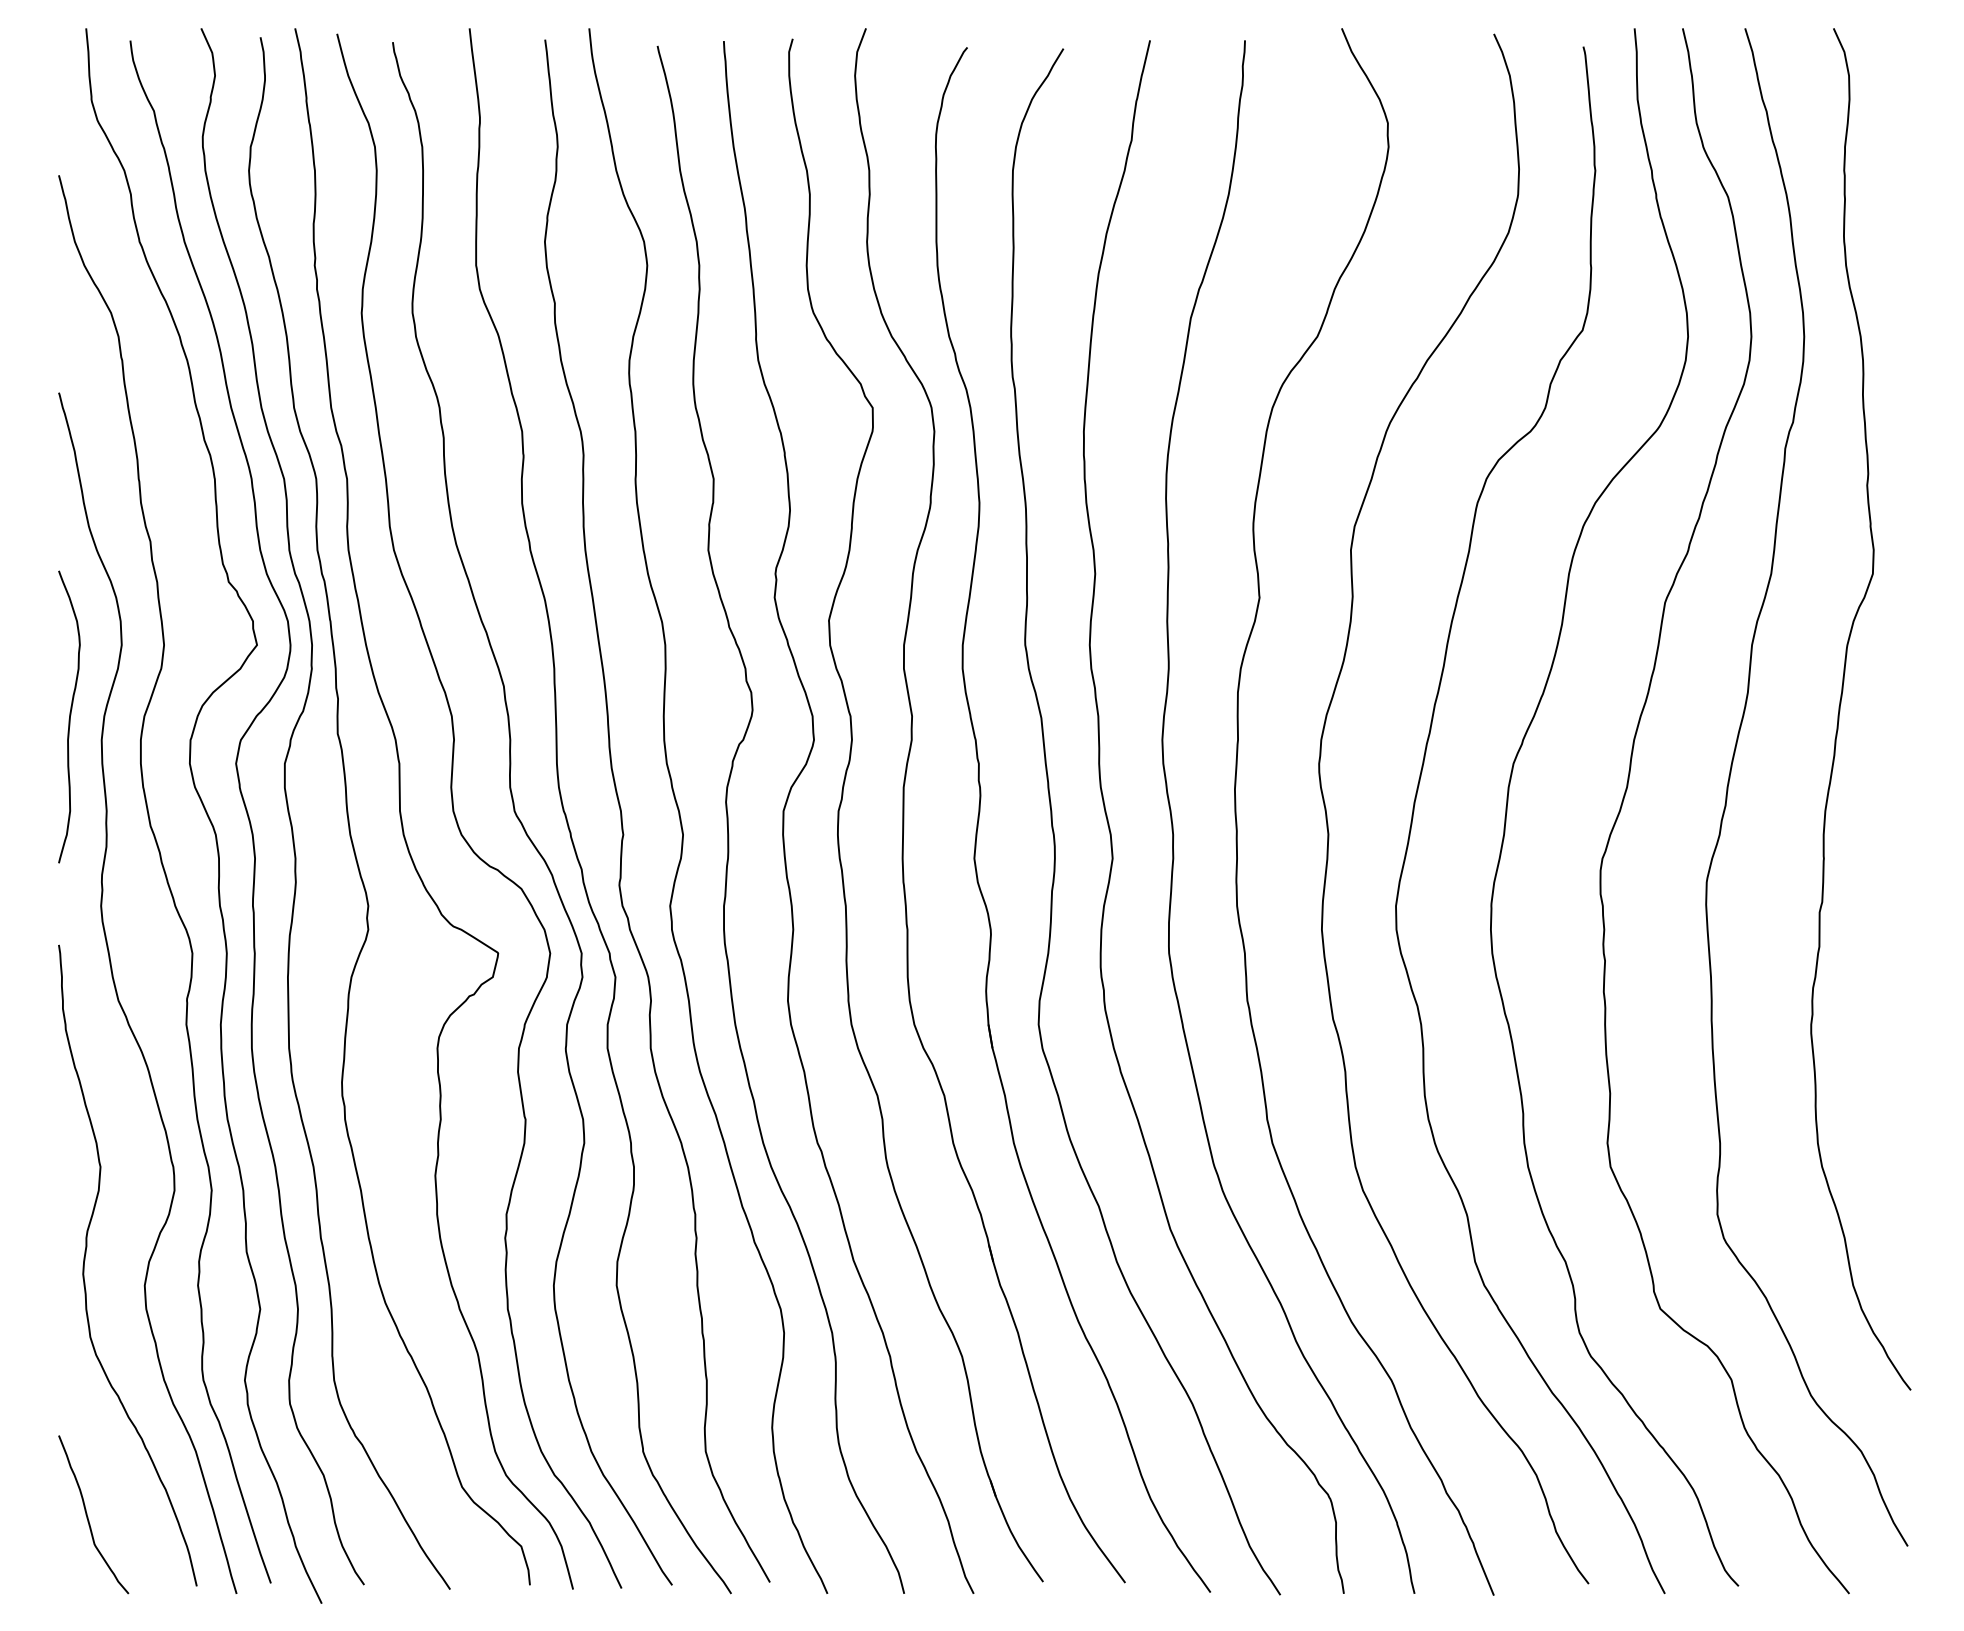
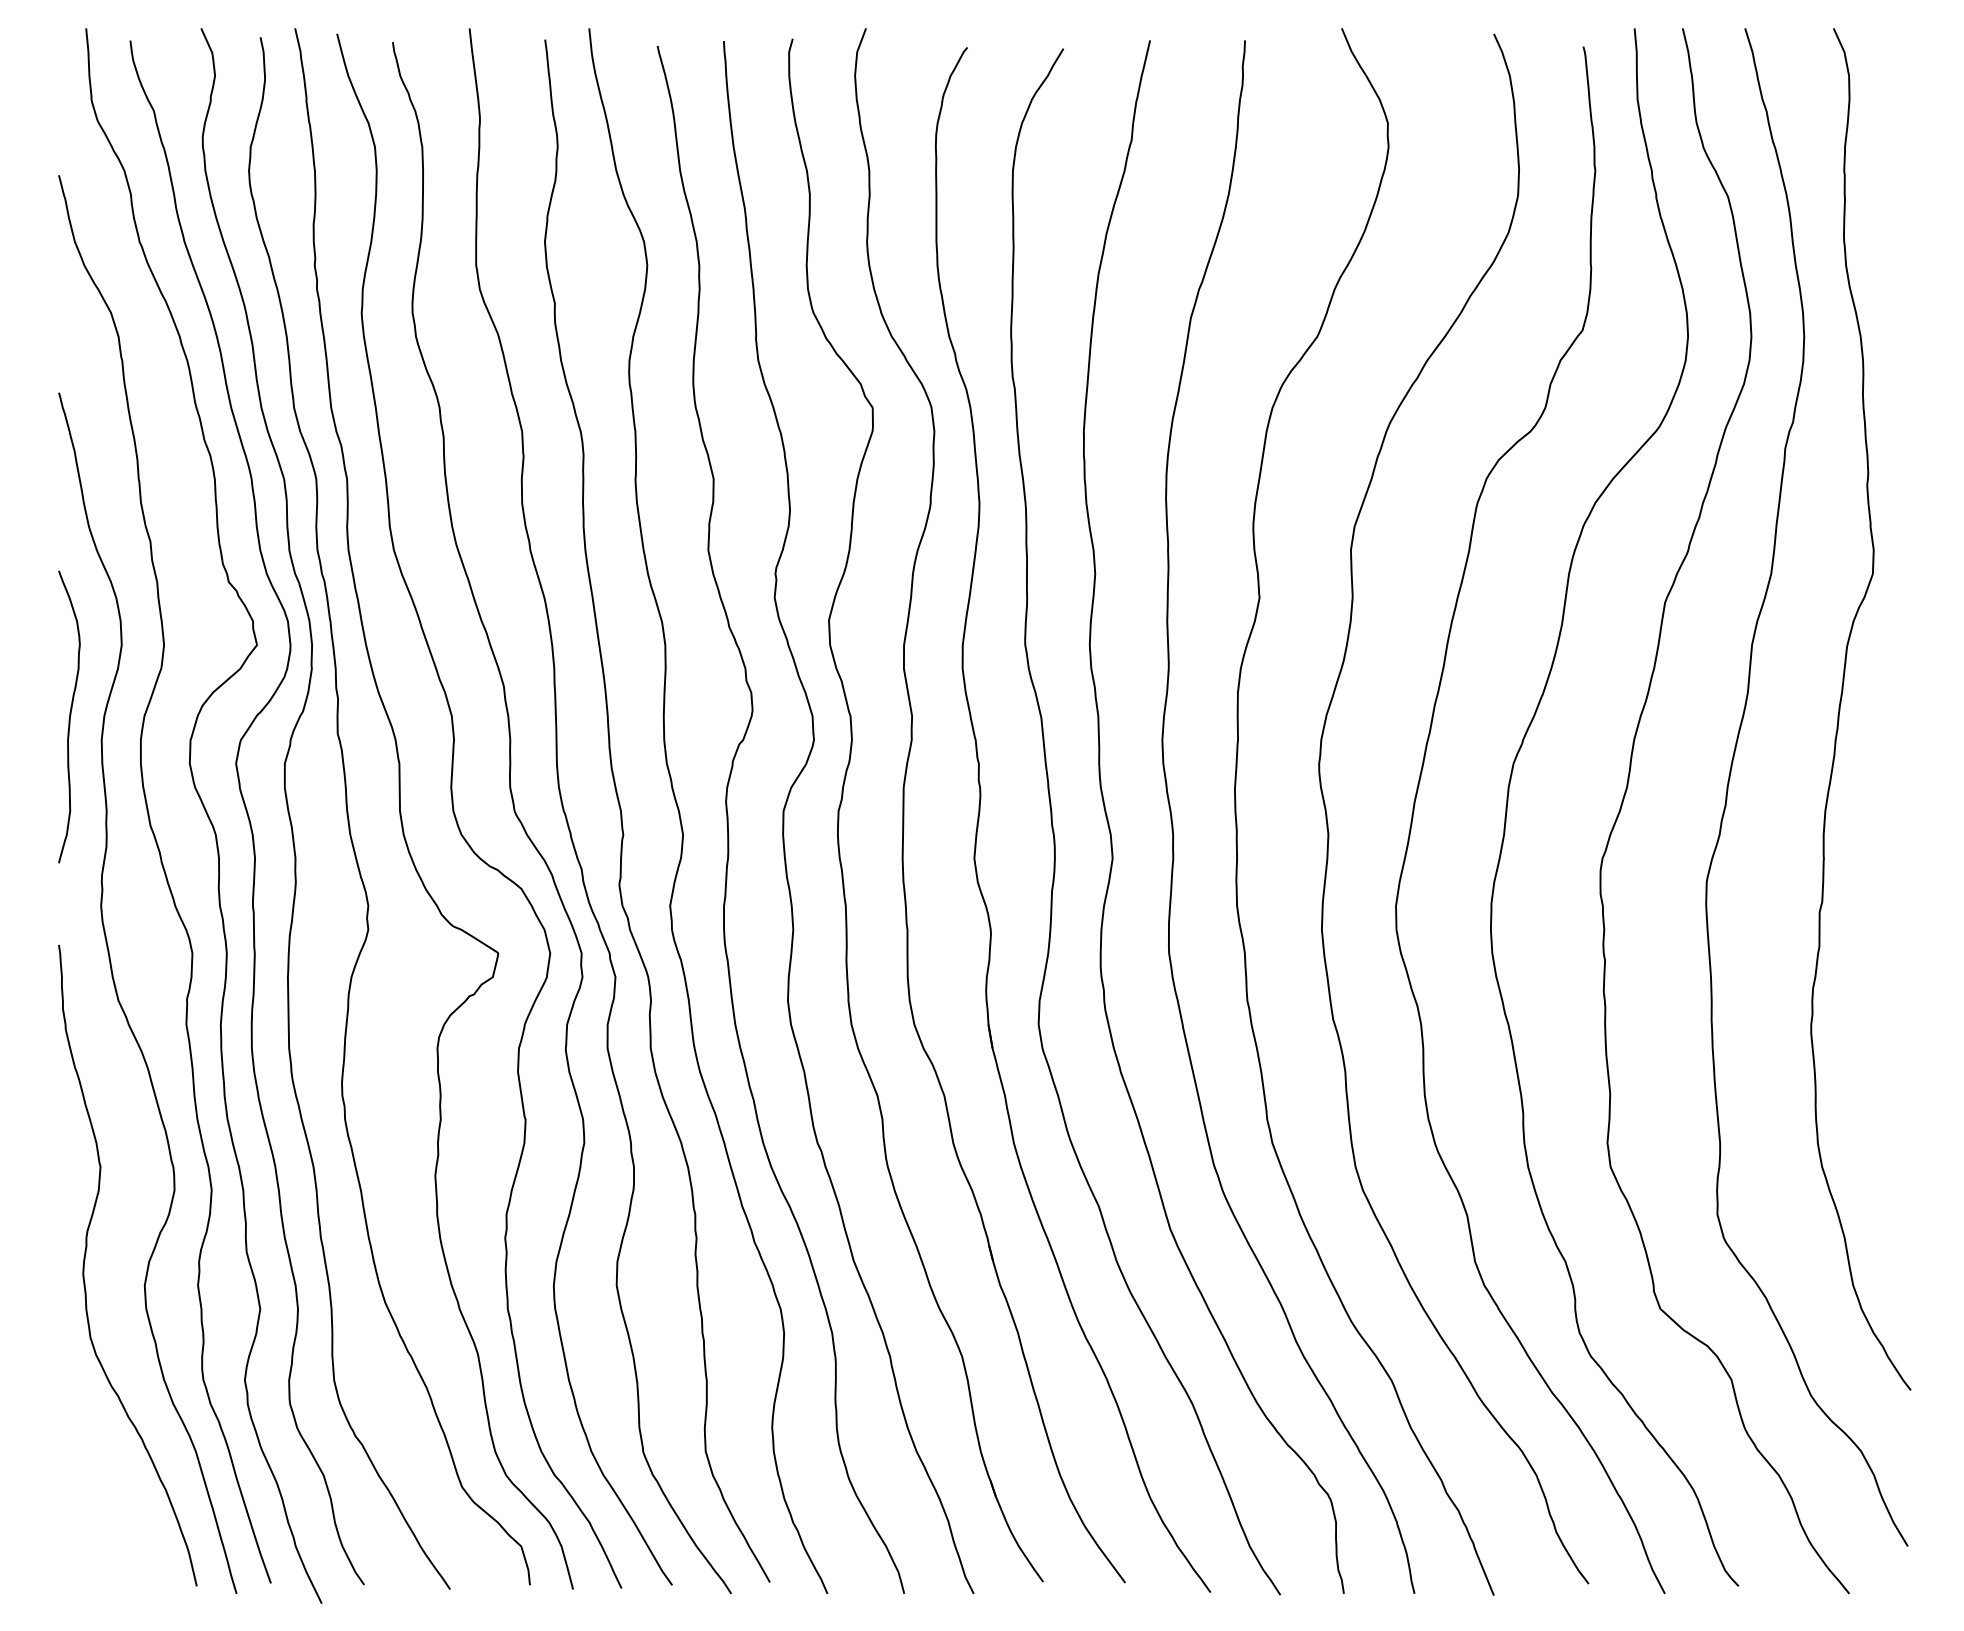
curve at (88, 1516): present -> none
